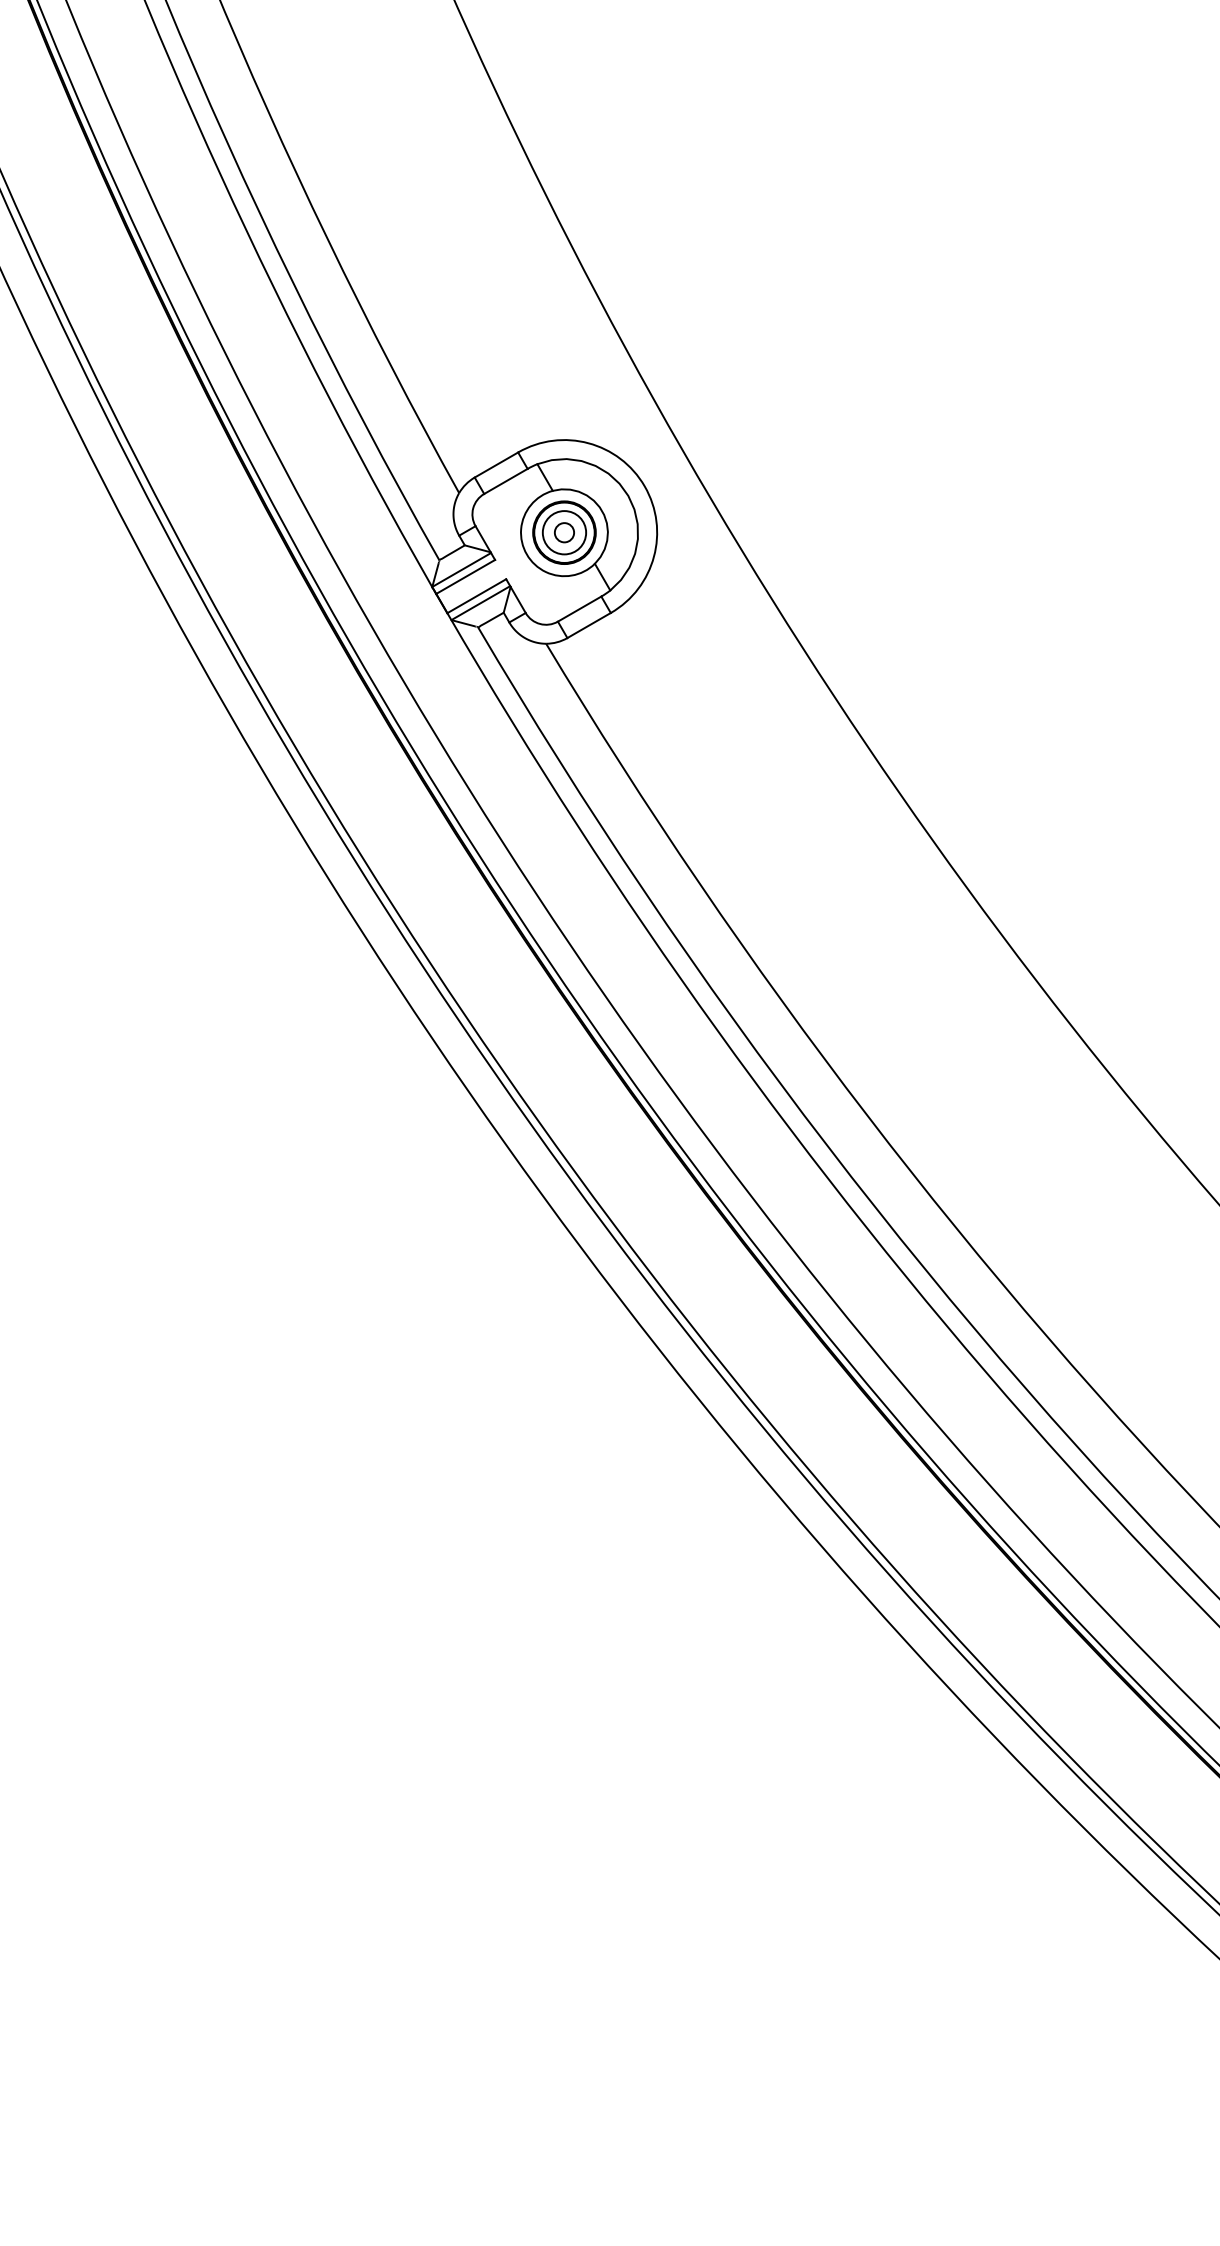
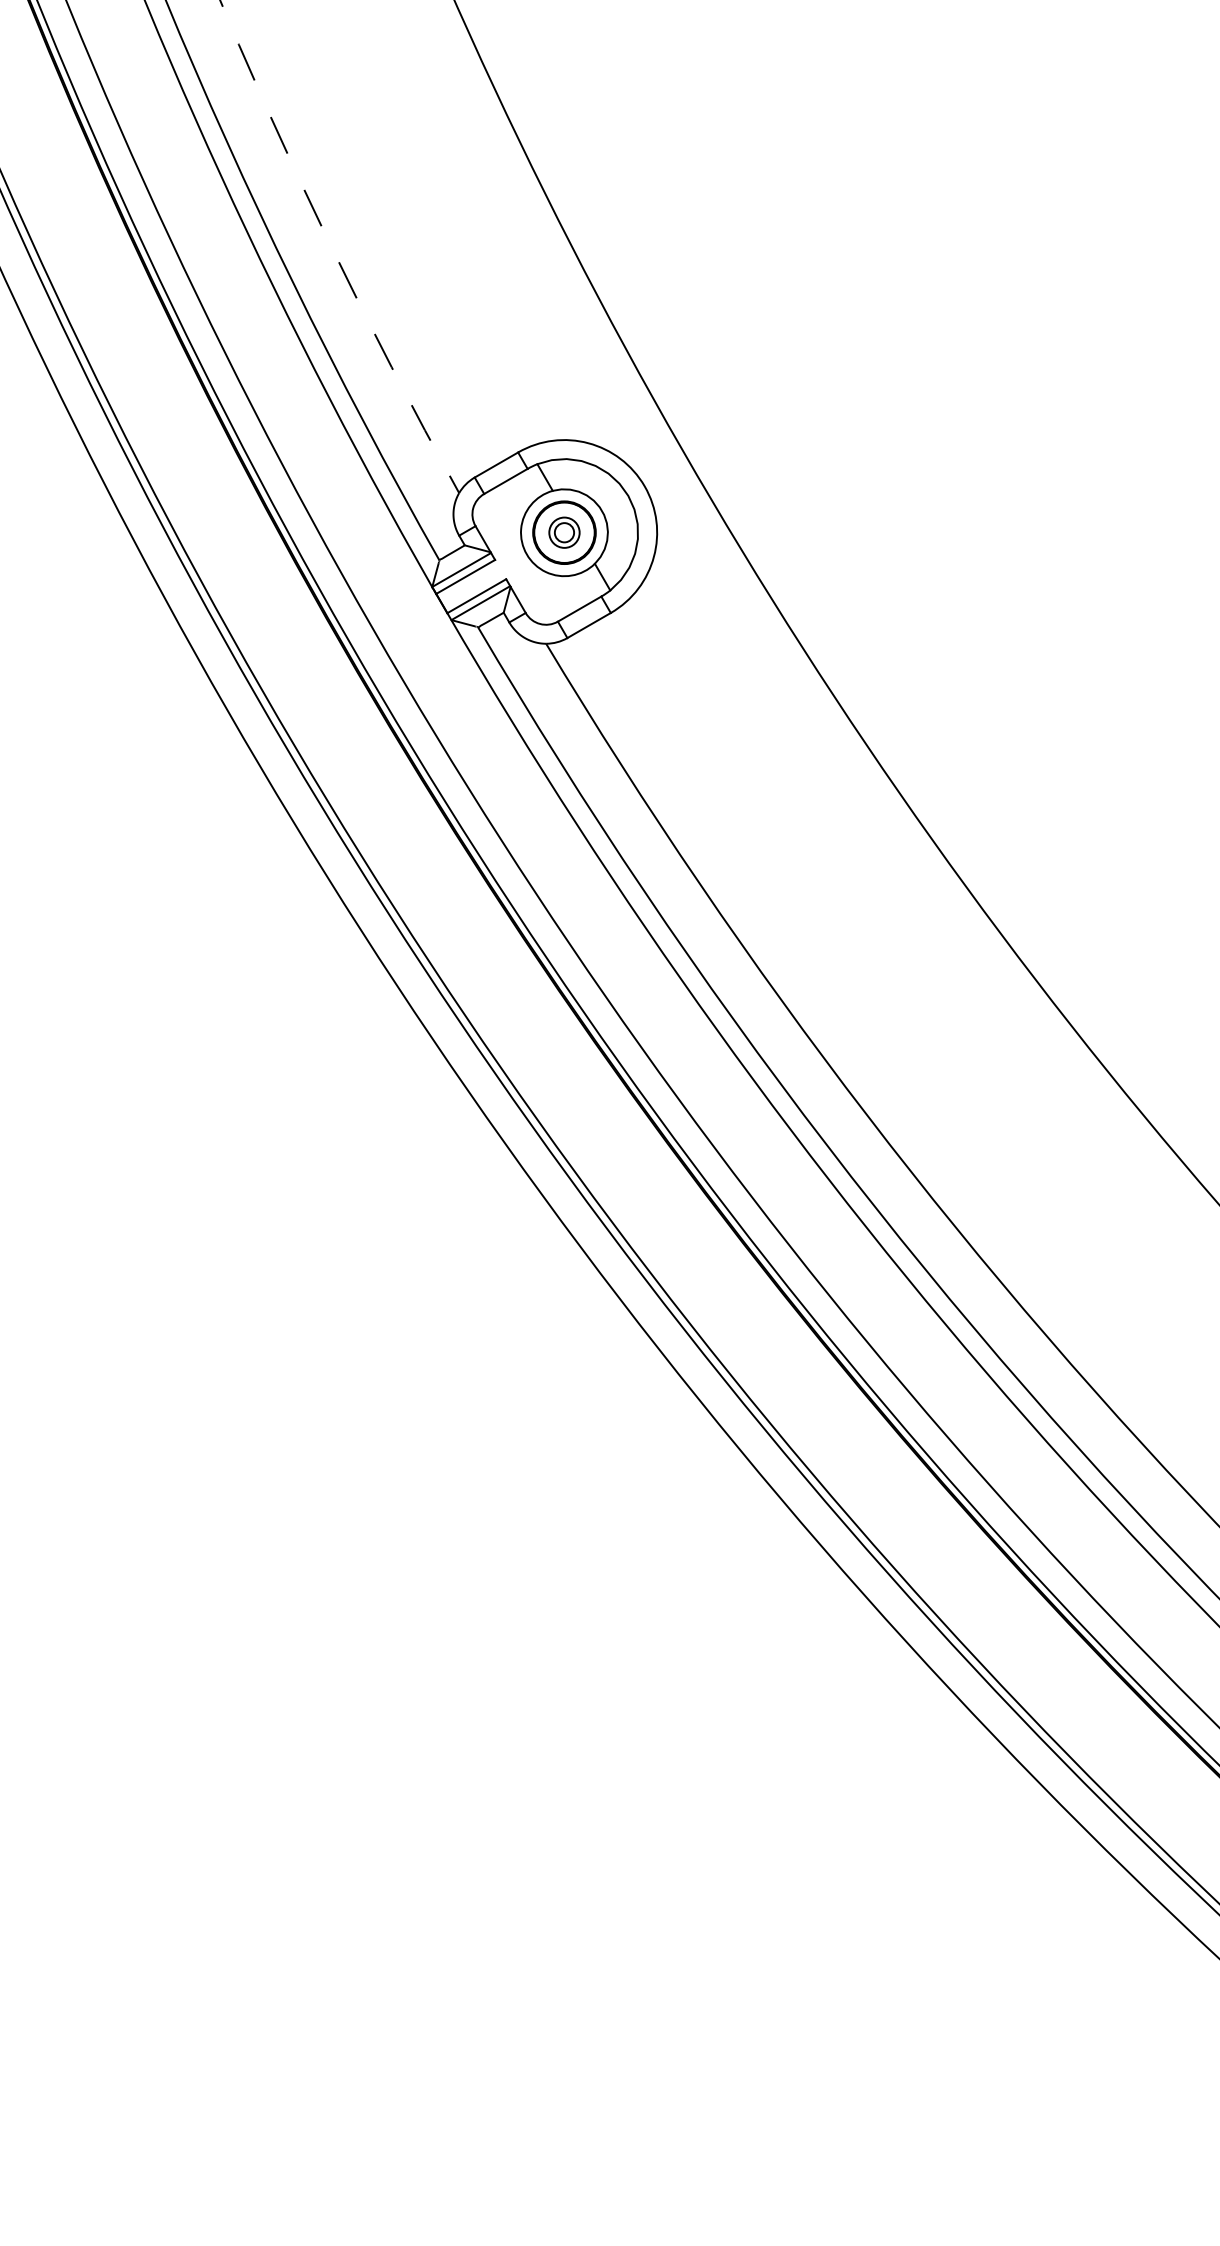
arc at (333, 250): solid -> dashed
circle at (564, 532) diameter: 43 px -> 30 px
